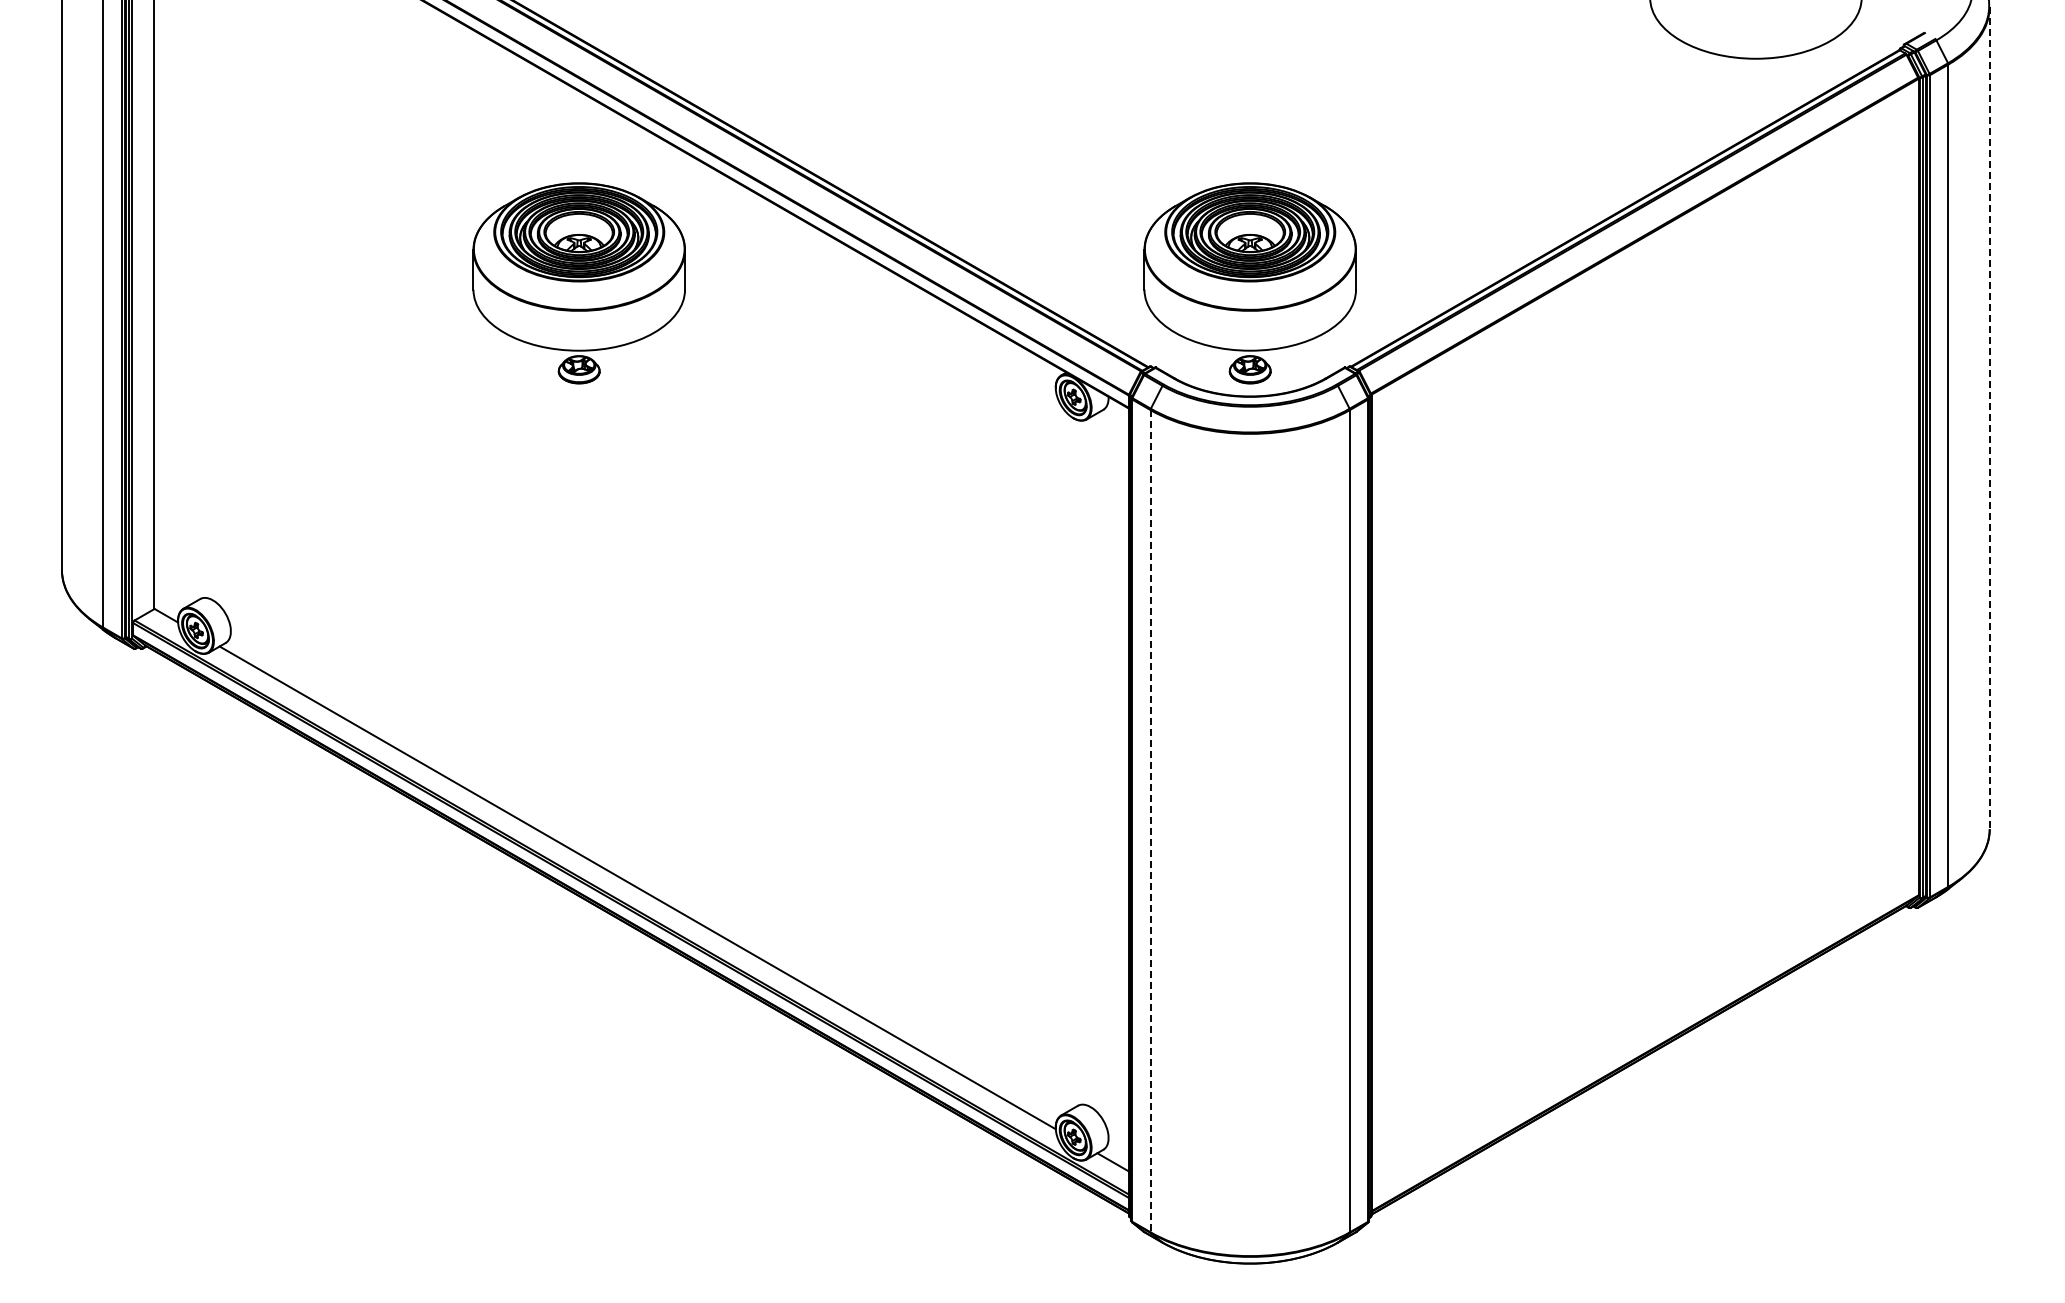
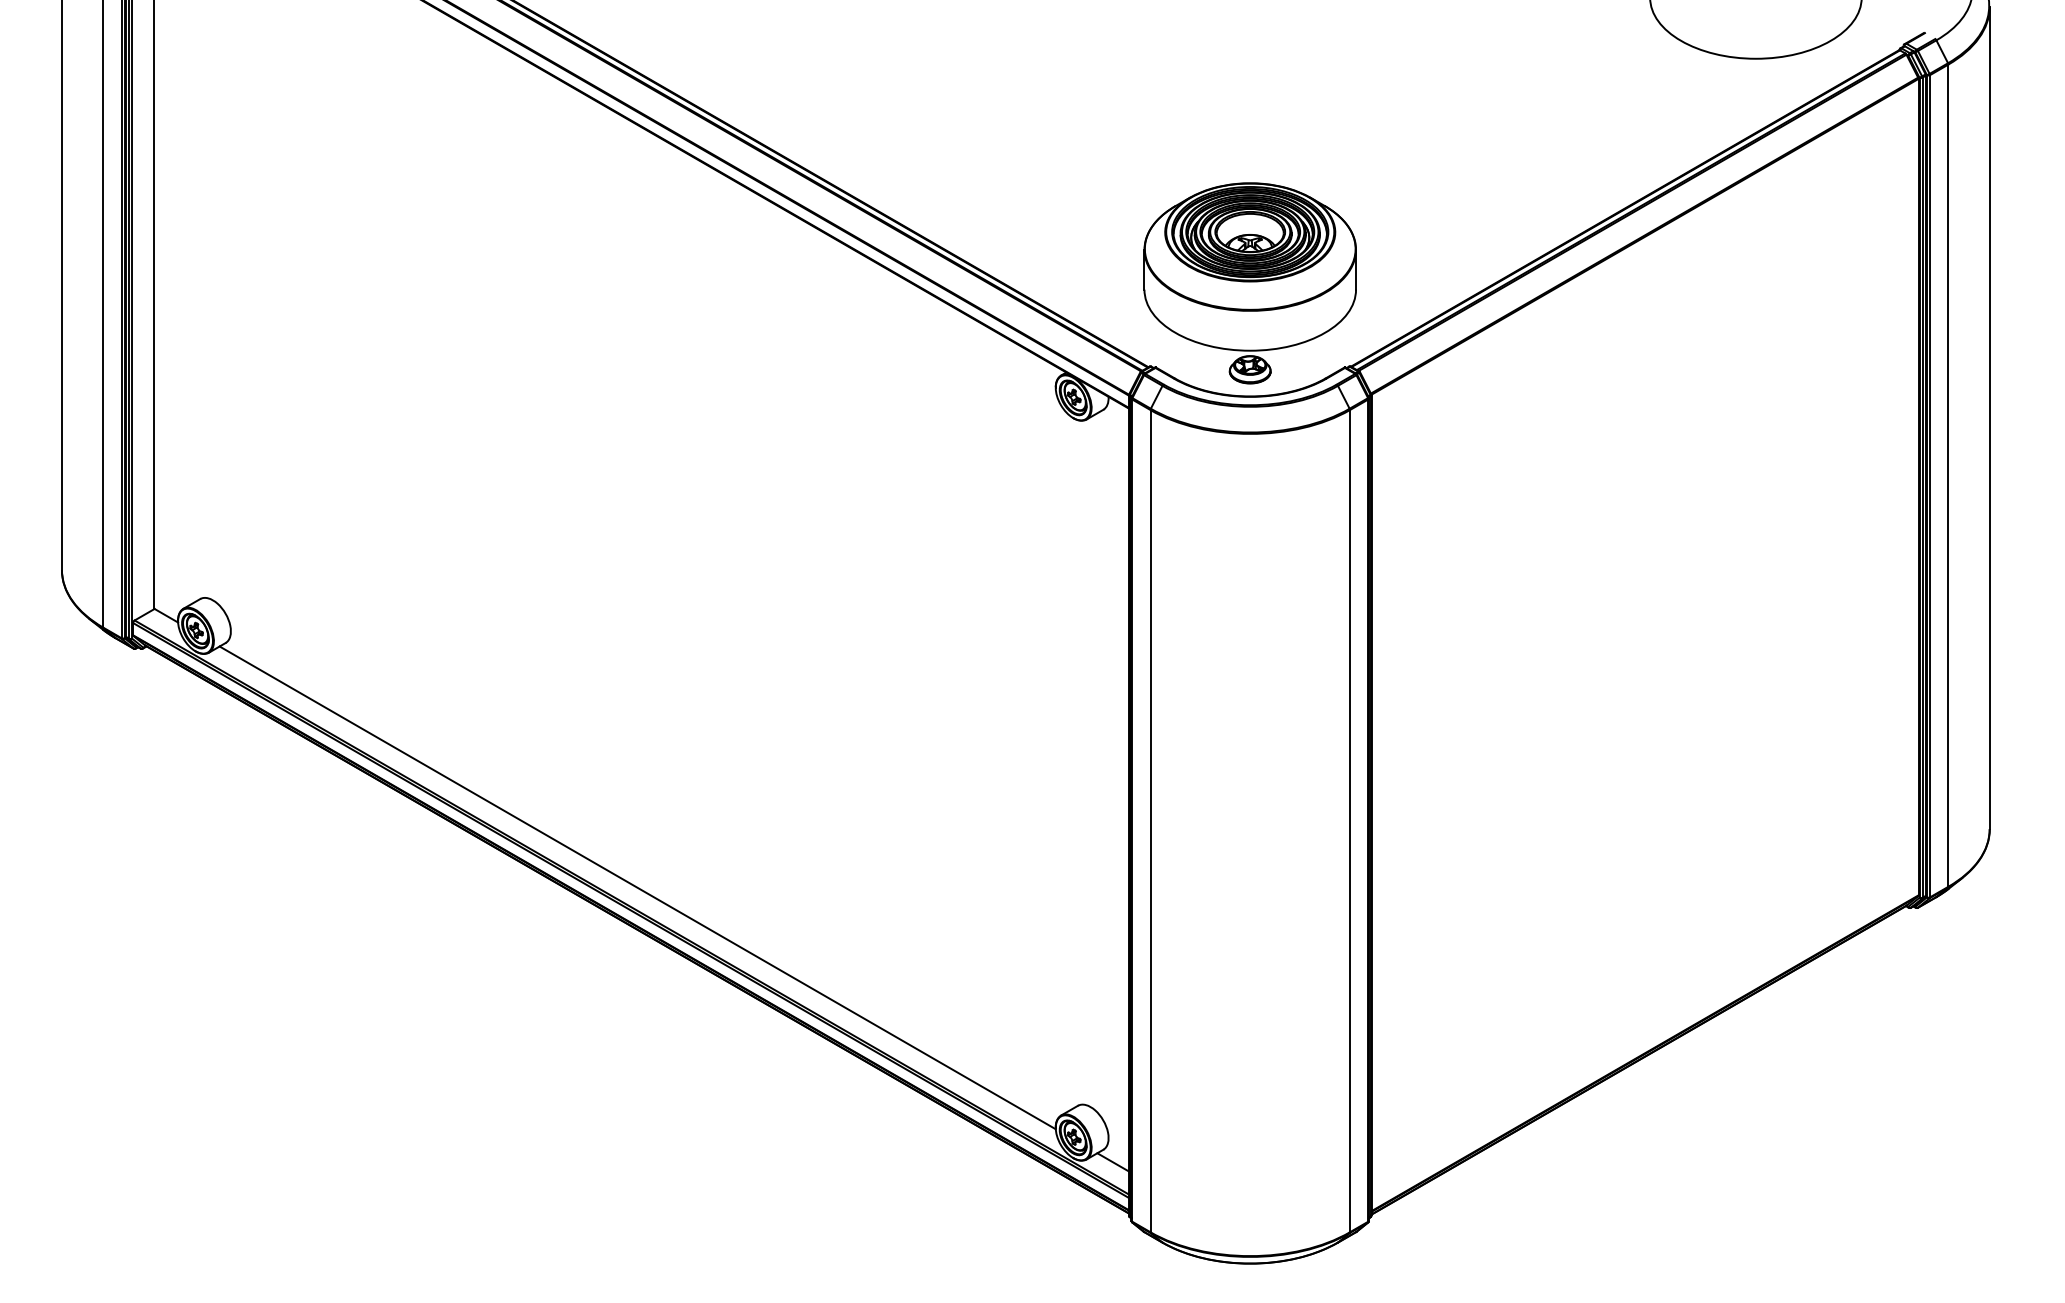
part at (578, 283): present -> none
line at (1989, 418): dashed -> solid
line at (1150, 821): dashed -> solid
